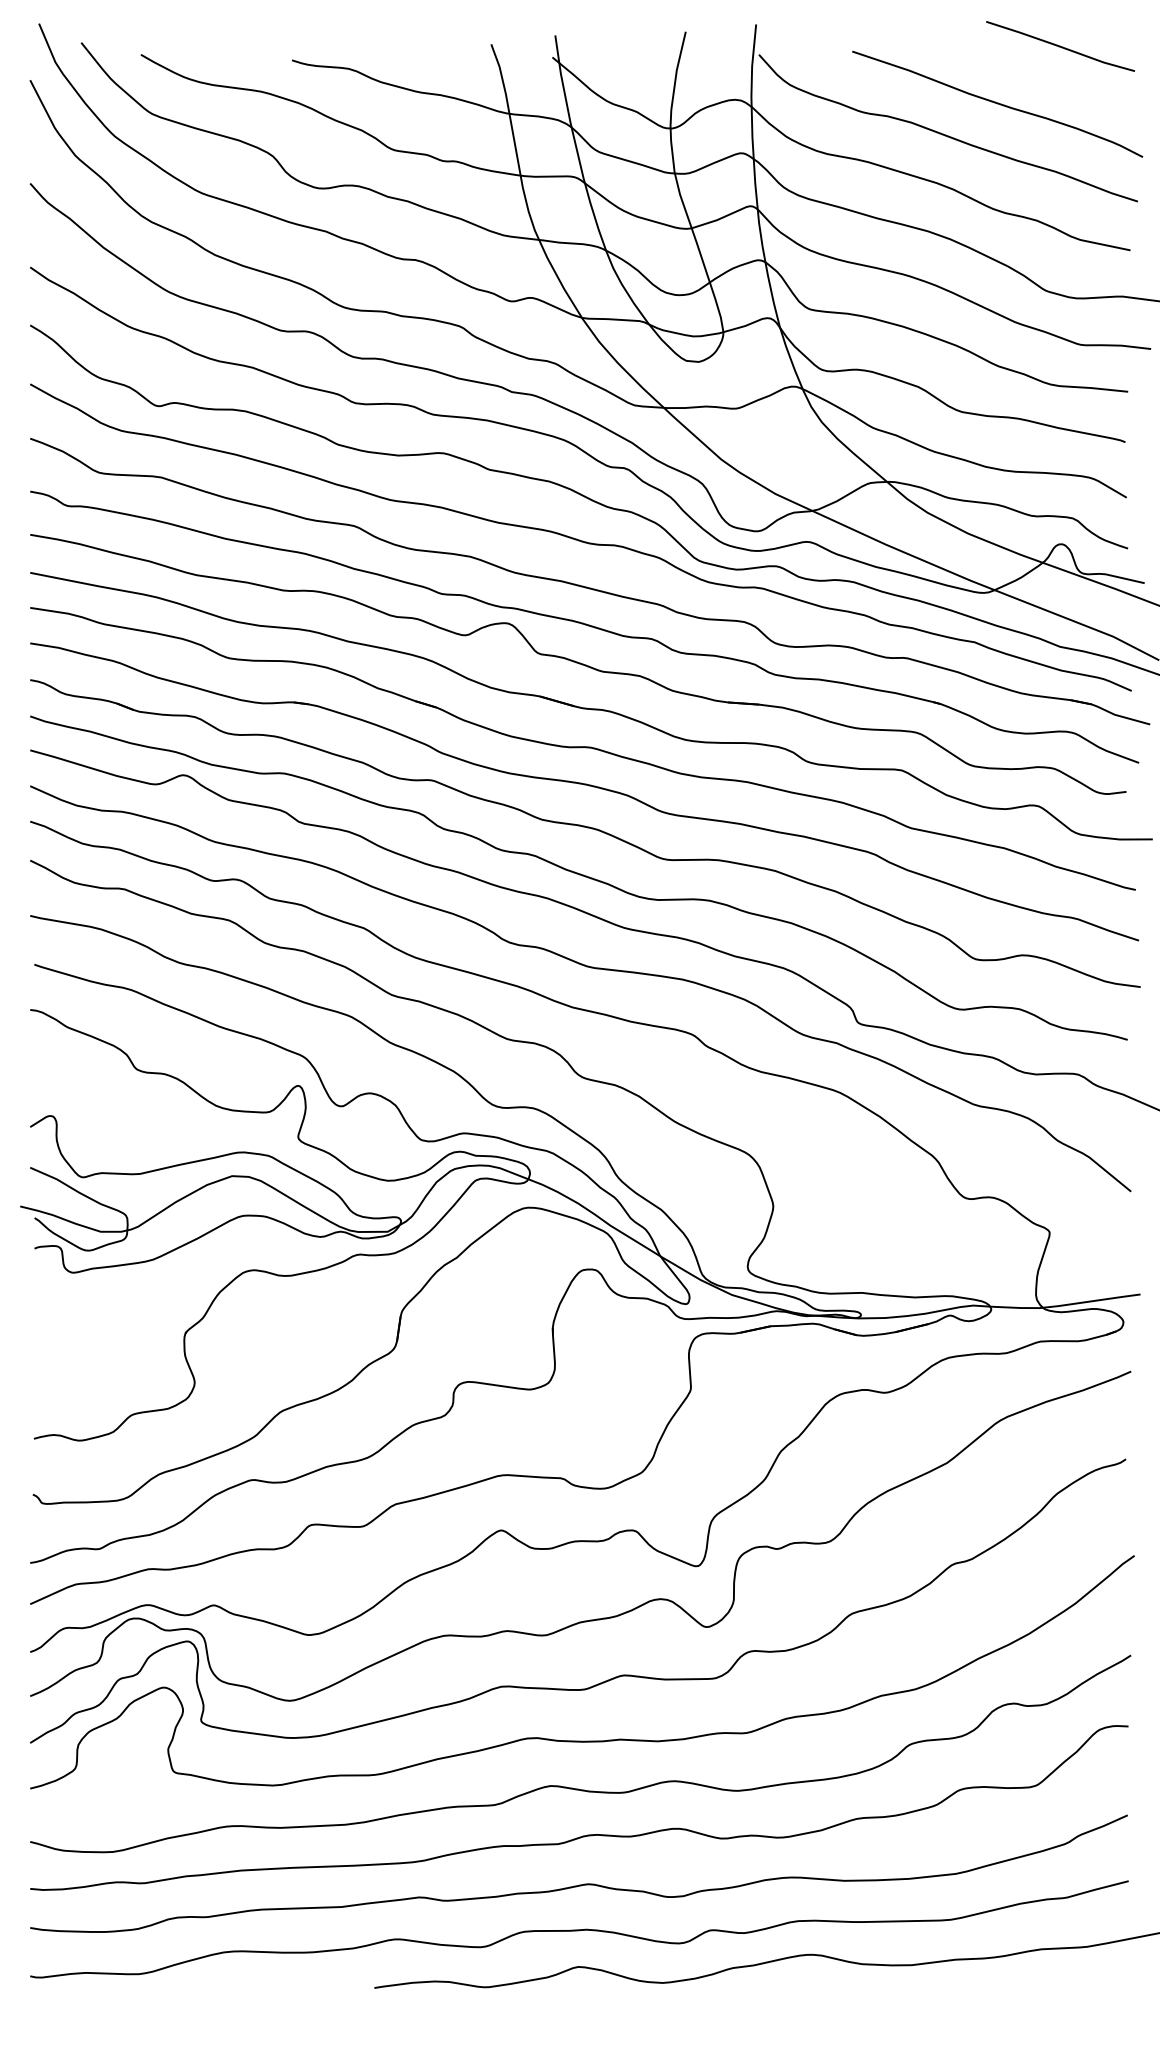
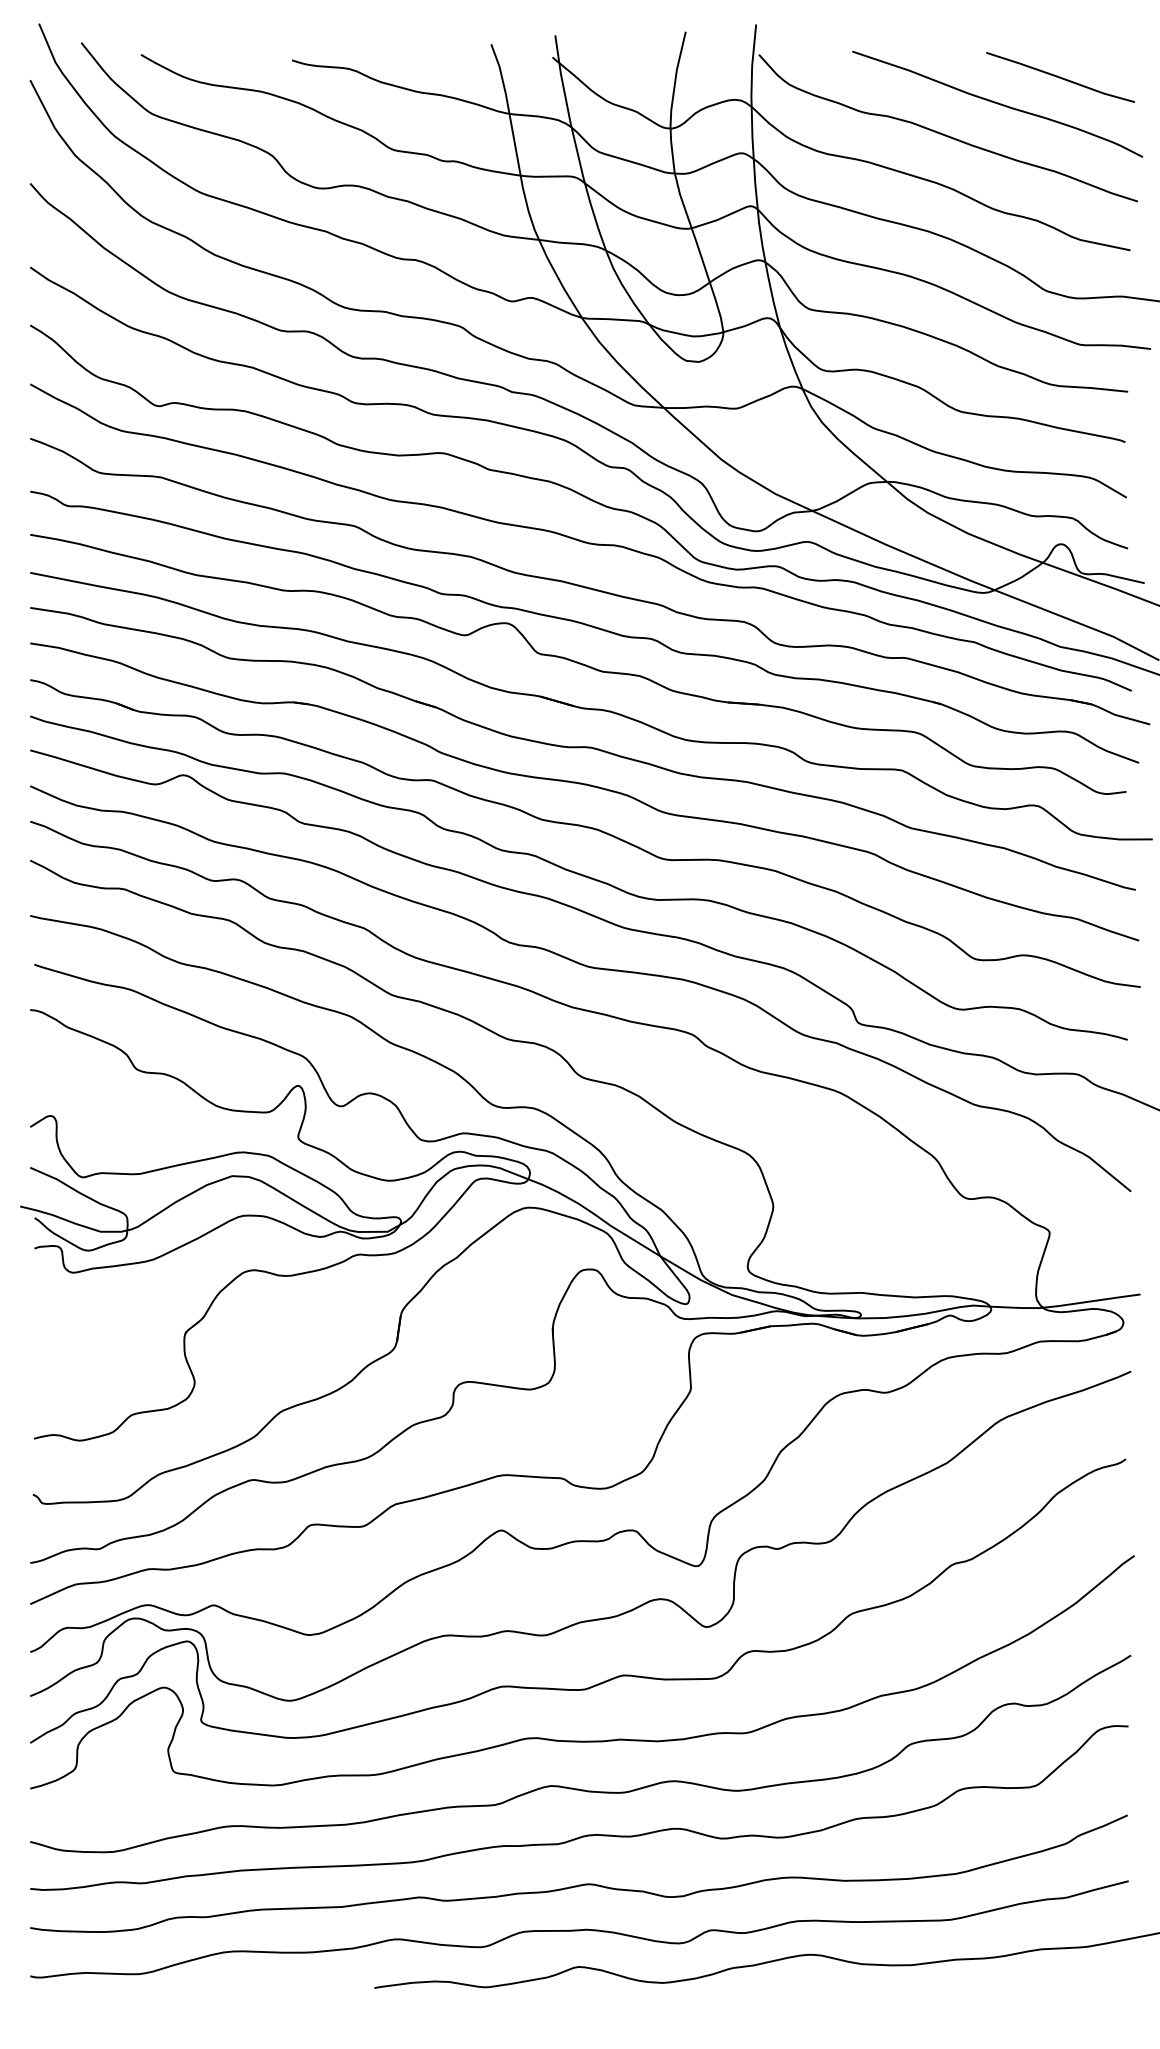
line at (1060, 46) position: (1060, 46) -> (1060, 77)
